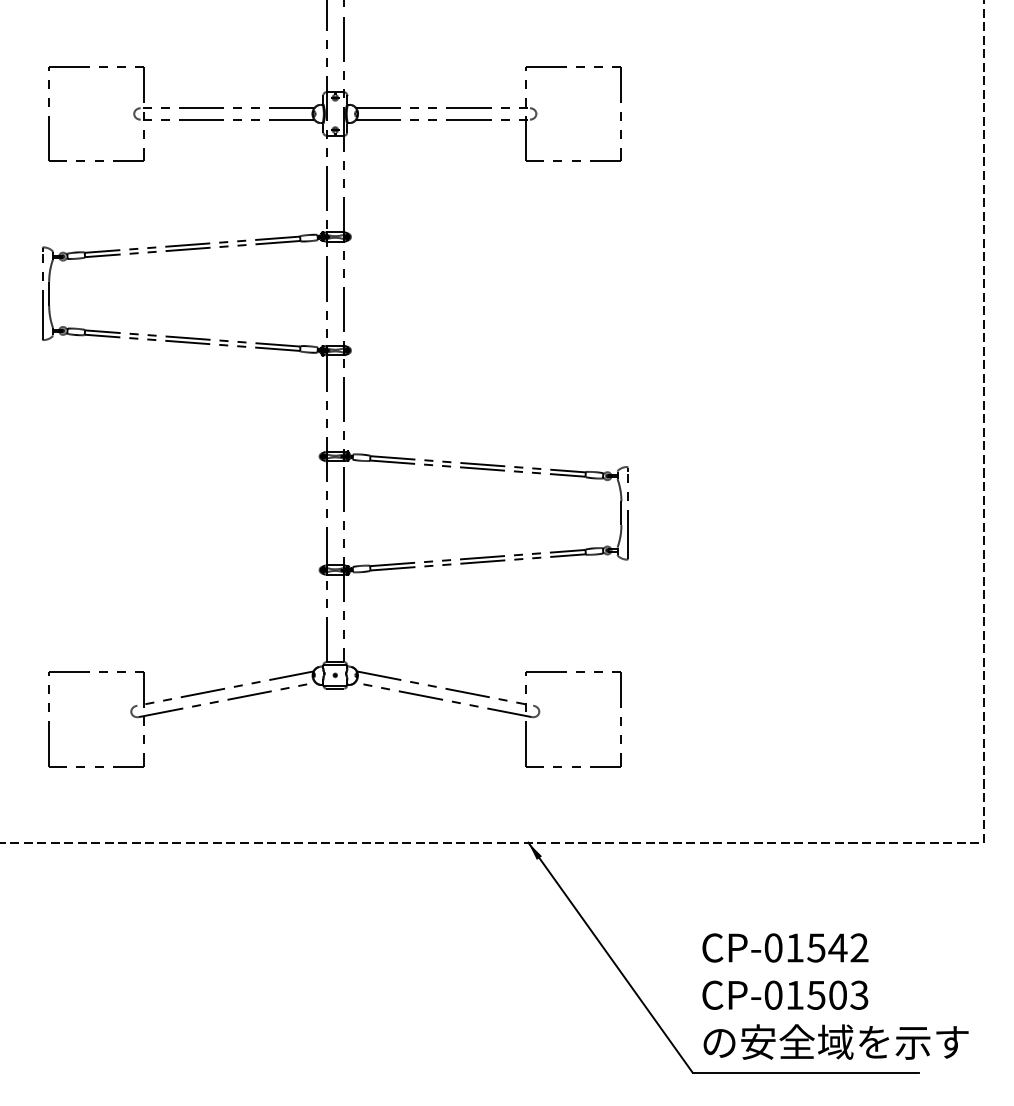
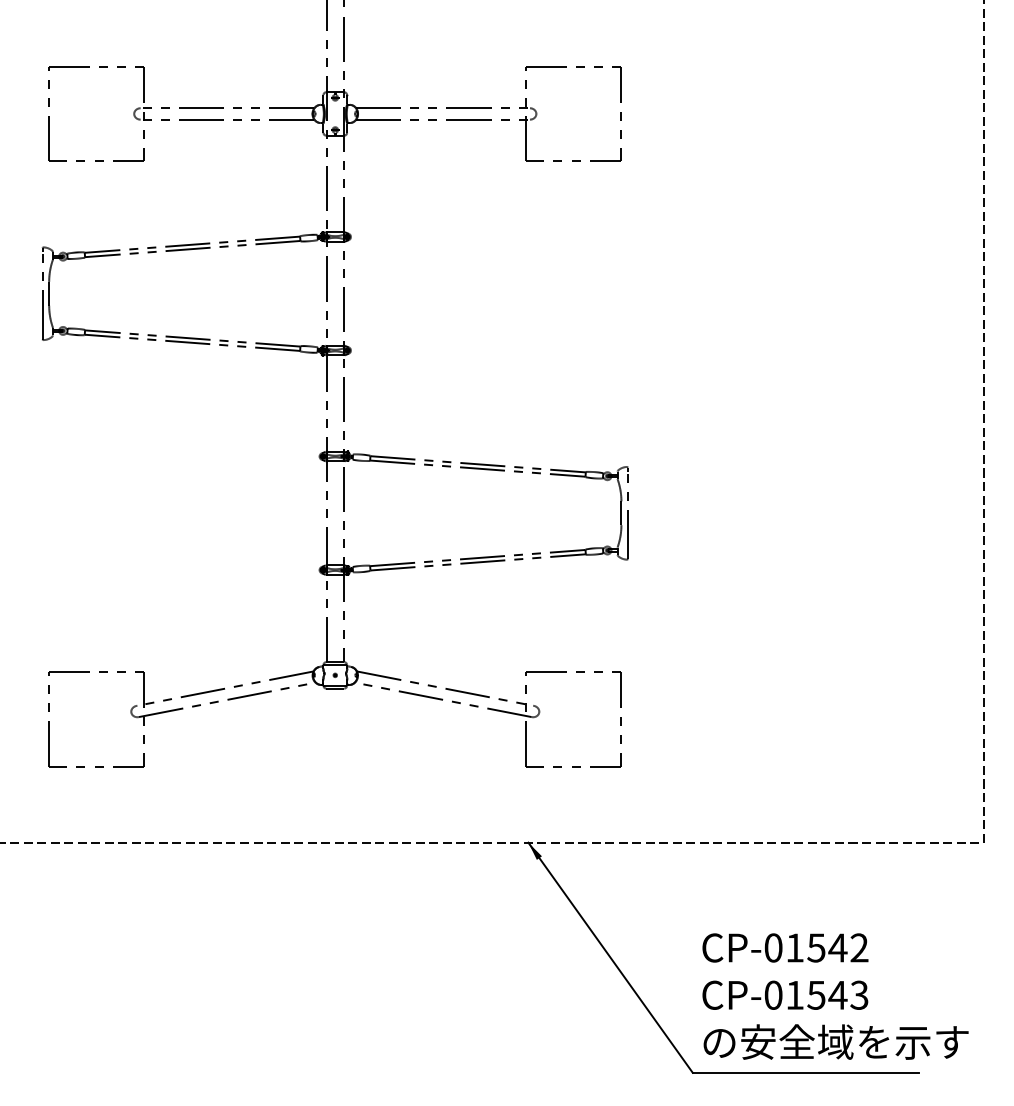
text at (837, 994): CP-01503 -> CP-01543
